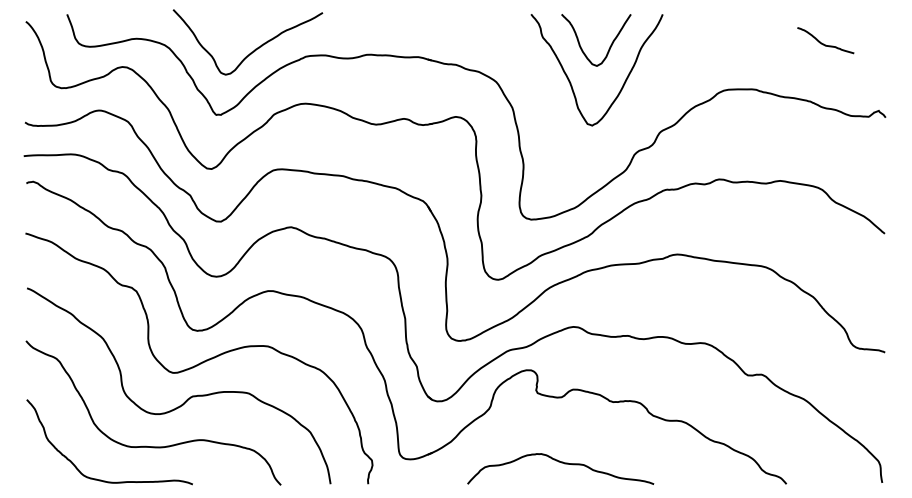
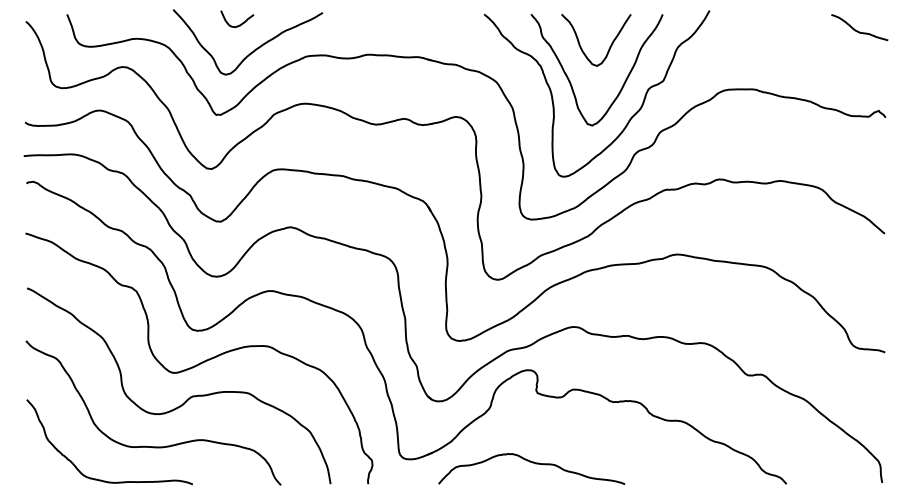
curve at (239, 24): none -> present
curve at (823, 43) position: (823, 43) -> (857, 30)
curve at (630, 117): none -> present
curve at (561, 463) position: (561, 463) -> (532, 463)
